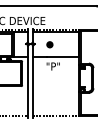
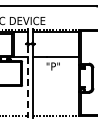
part at (49, 44): present -> none
line at (27, 82): solid -> dashed
